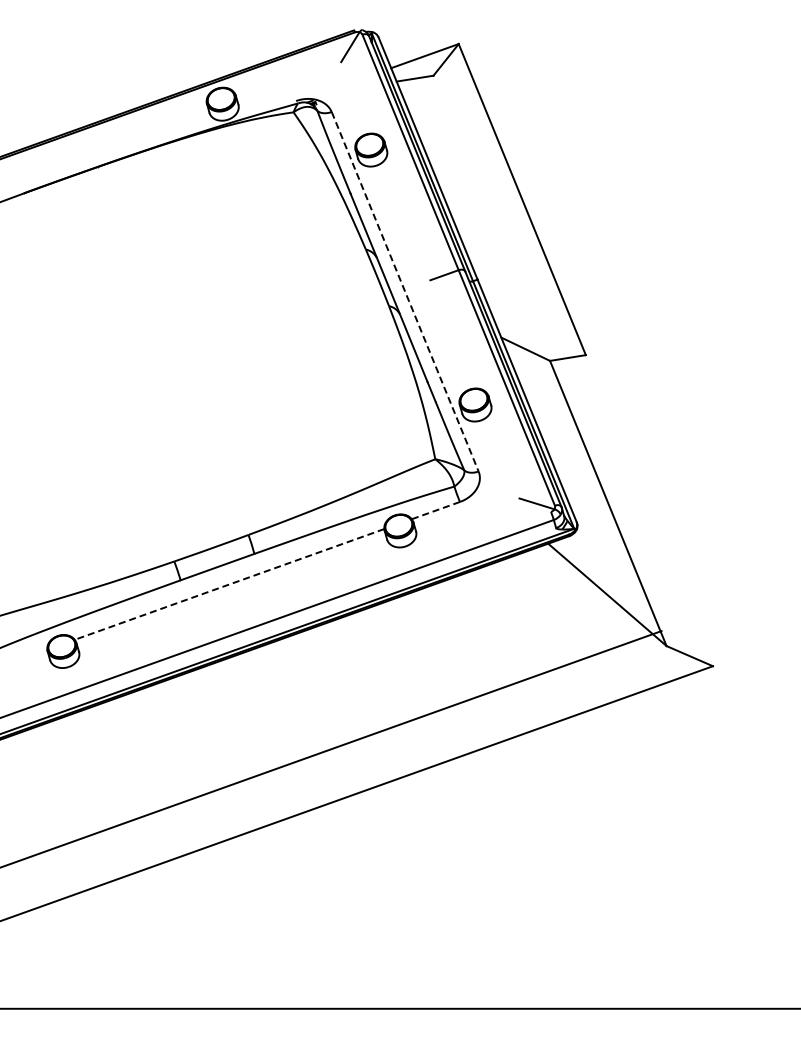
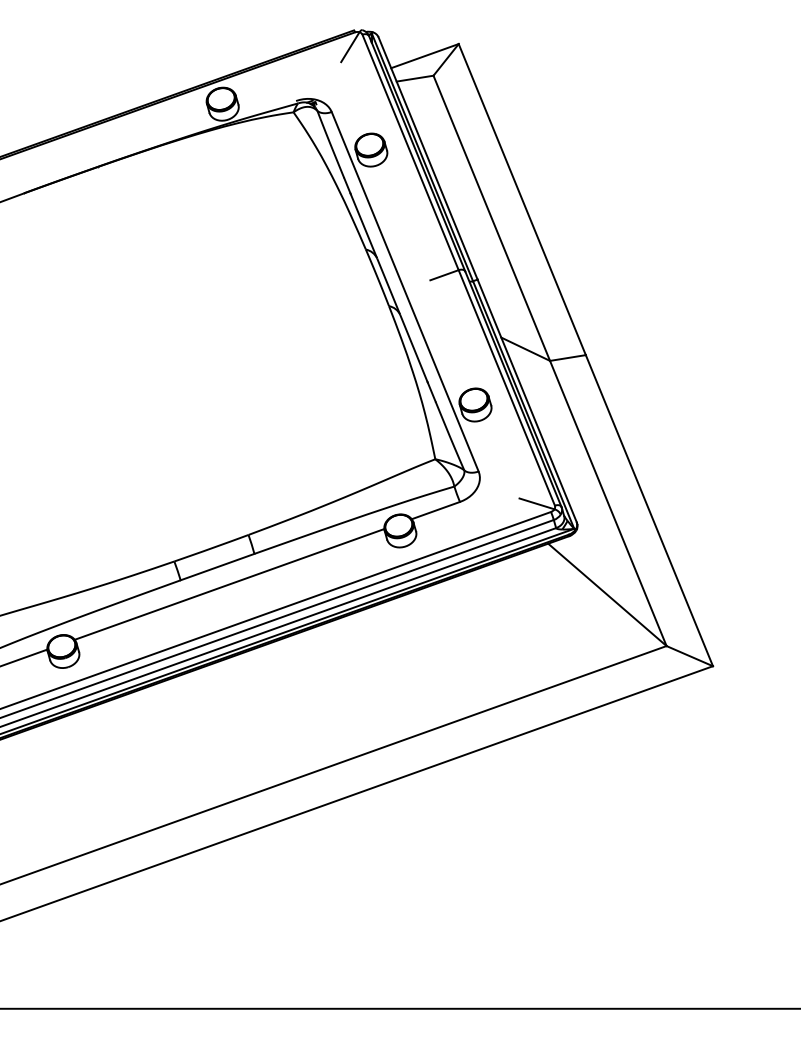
line at (491, 217): none -> present
line at (405, 292): dashed -> solid
line at (435, 510): dashed -> solid
line at (648, 510): none -> present
line at (229, 584): dashed -> solid
line at (276, 609): none -> present
line at (279, 627): none -> present
line at (24, 657): none -> present
line at (331, 748) position: (331, 748) -> (334, 764)
